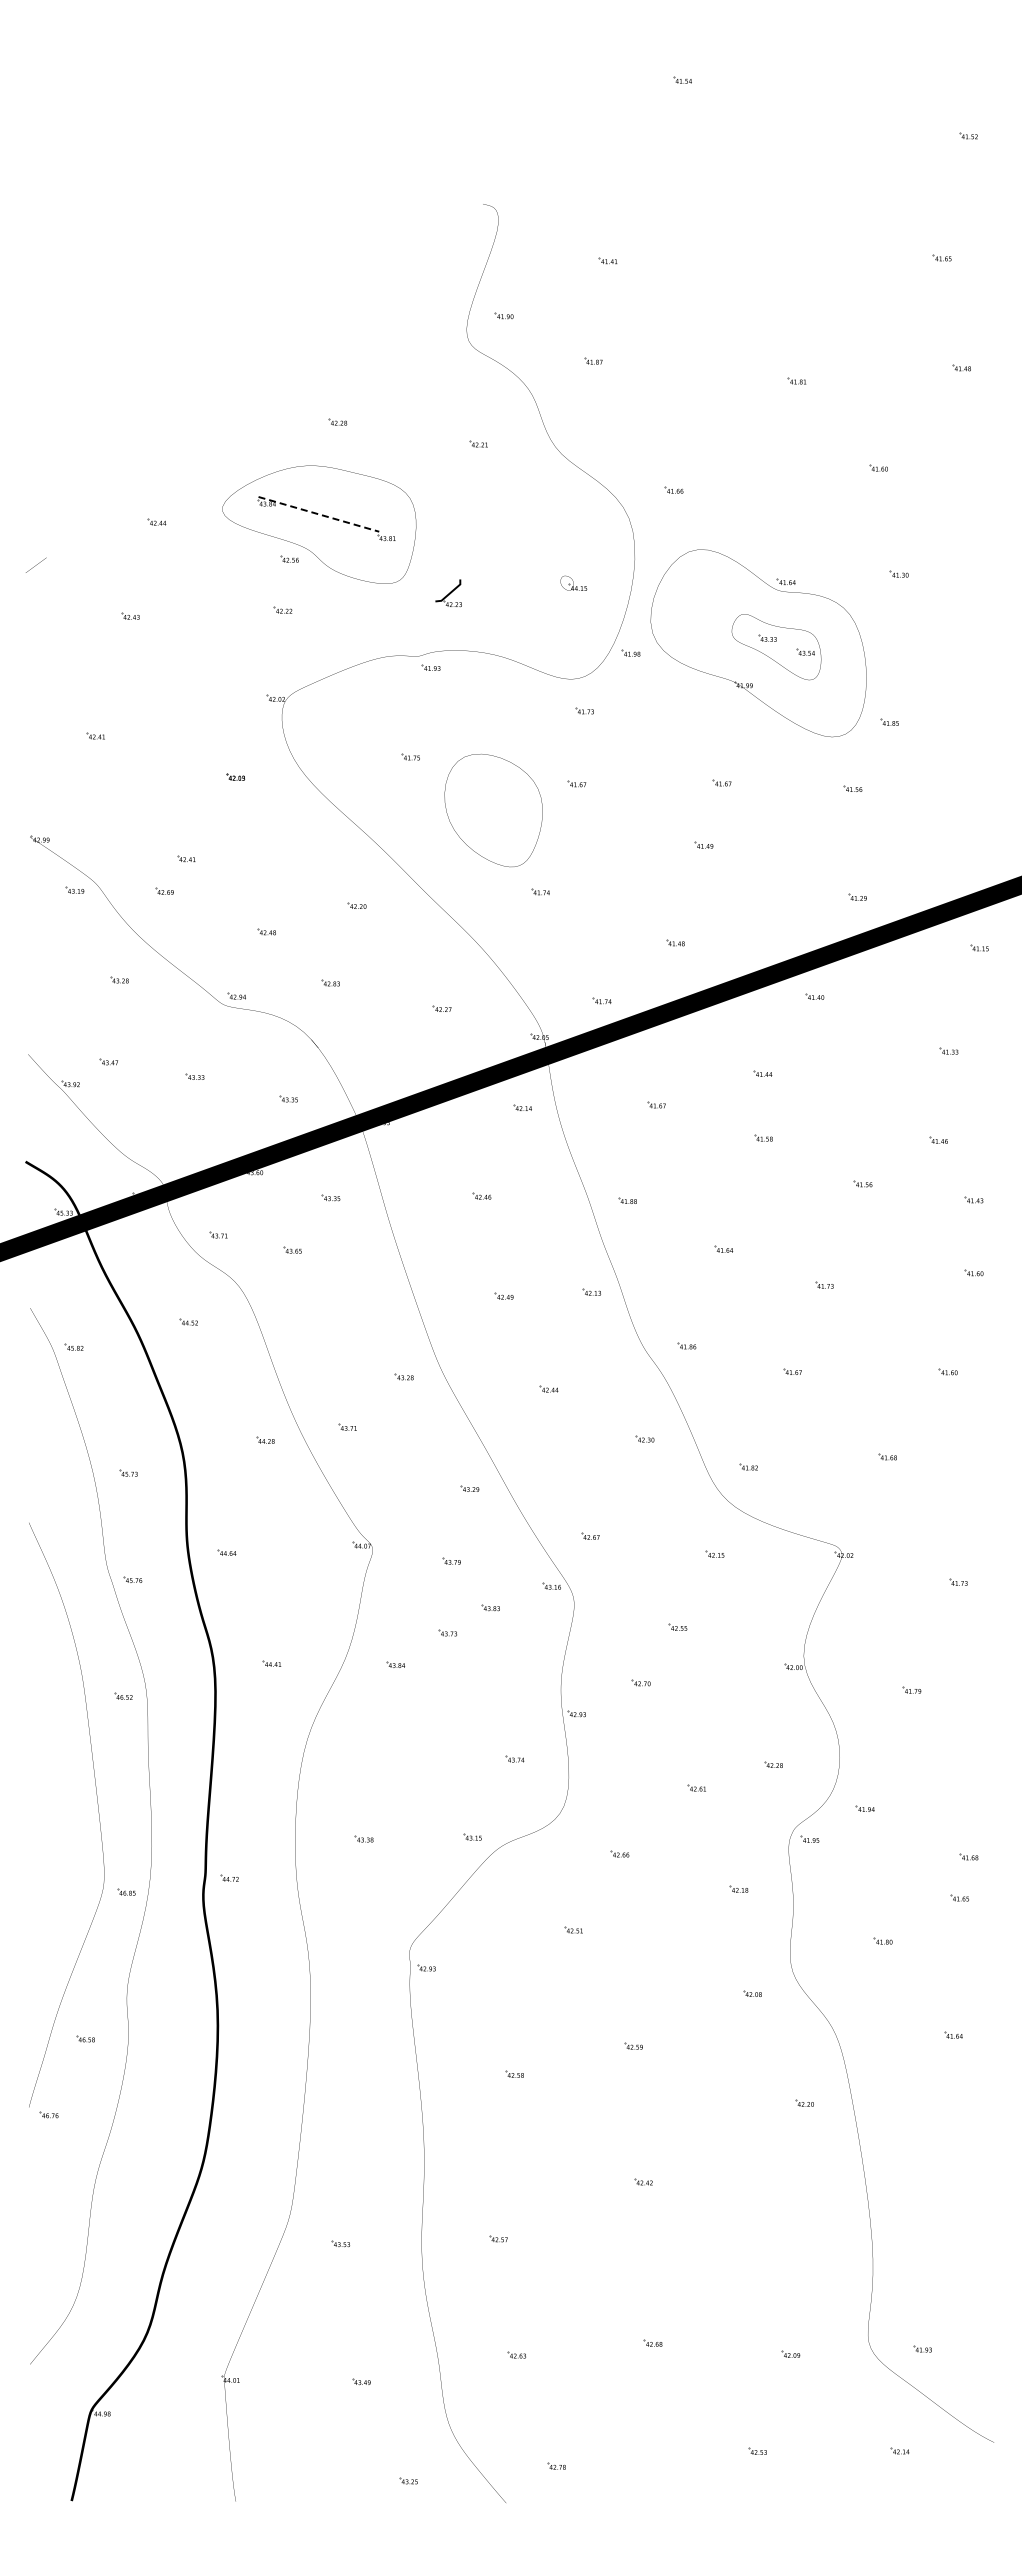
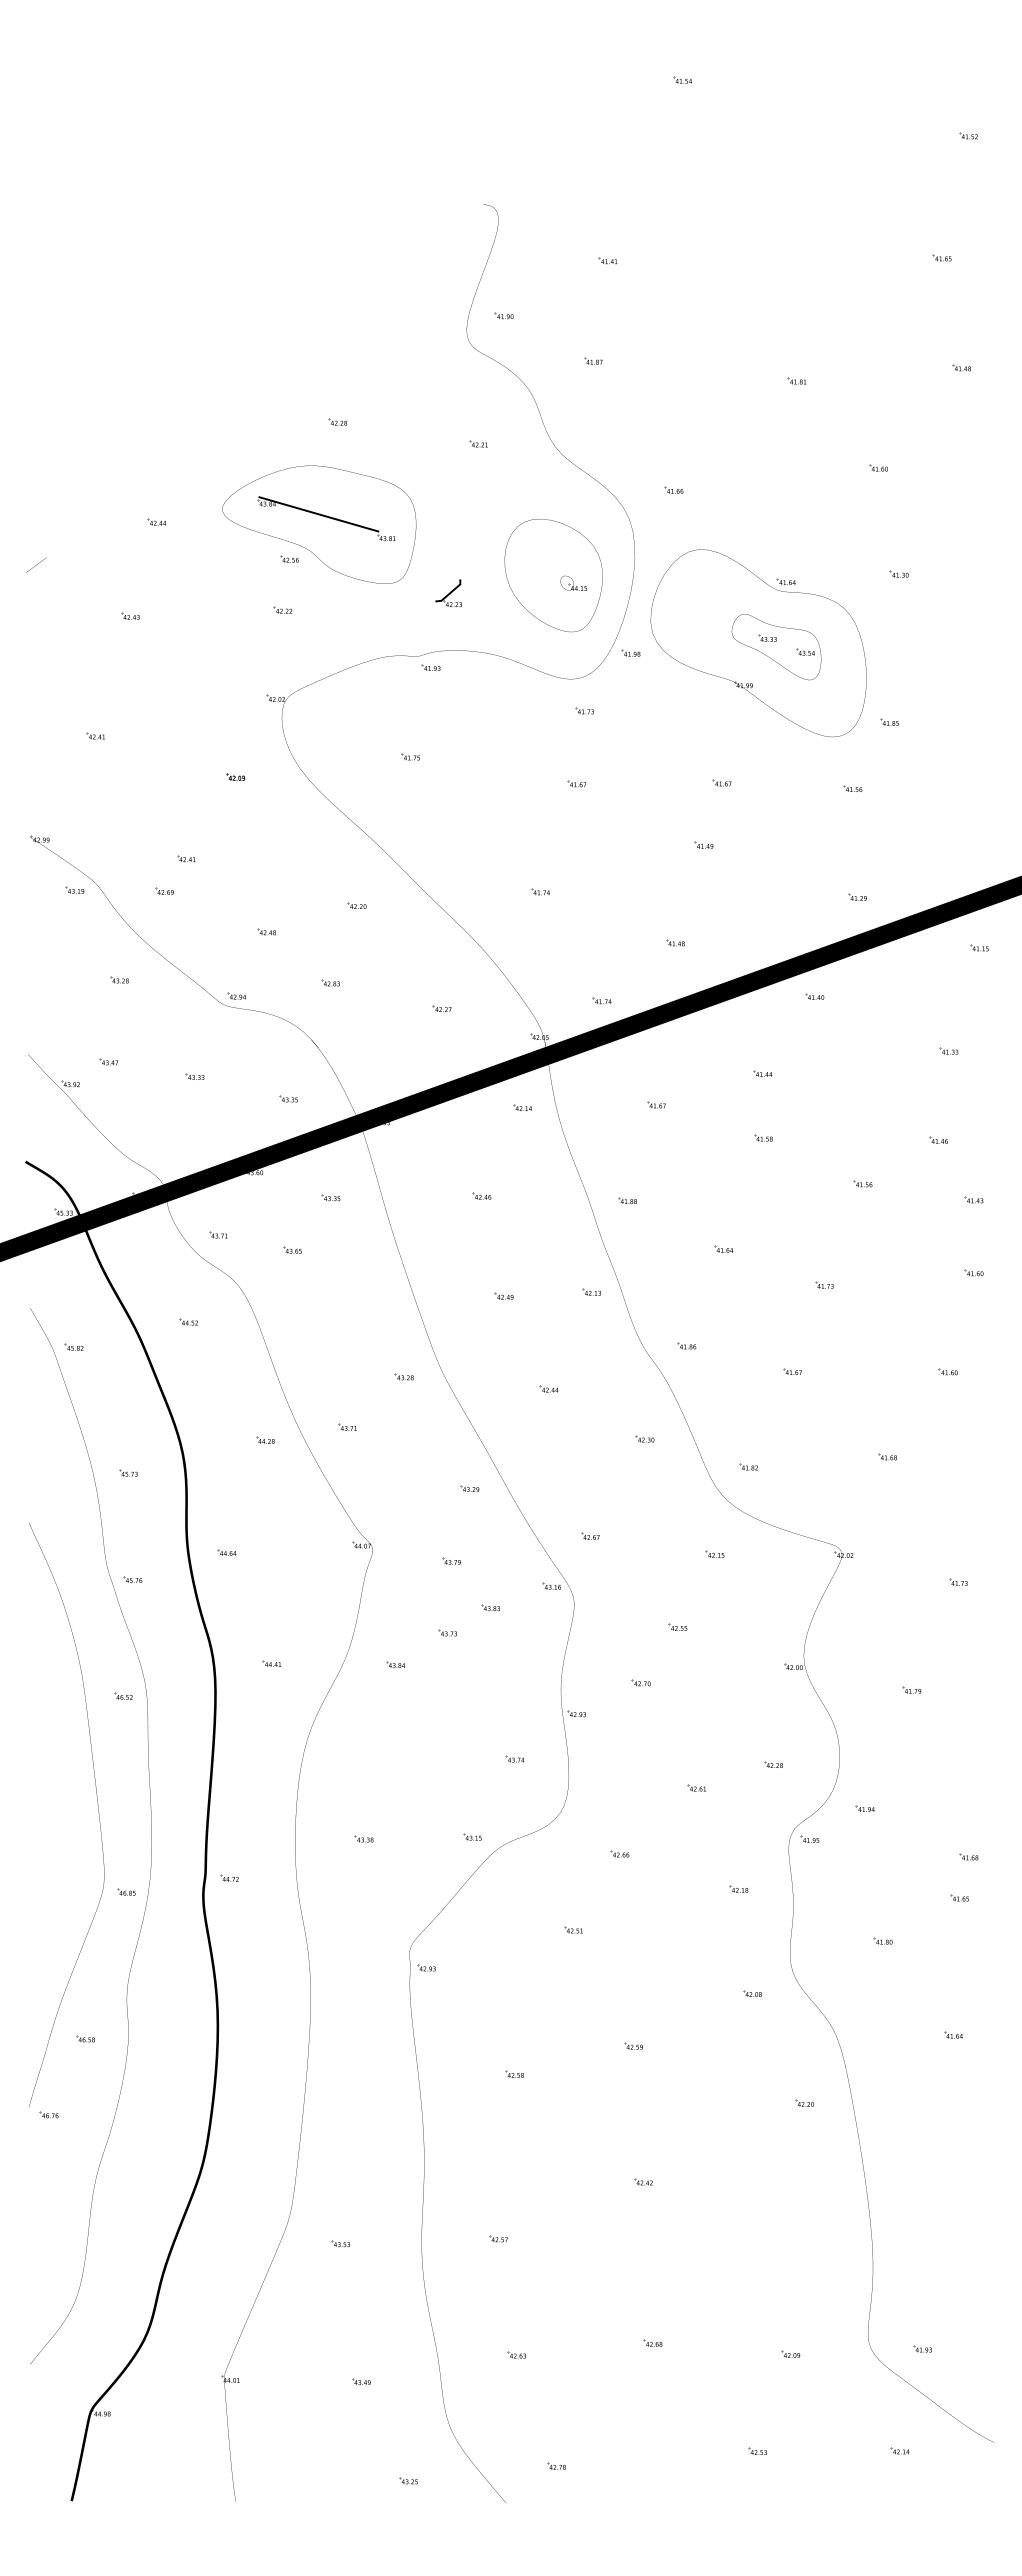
line at (318, 514): dashed -> solid
part at (493, 810) position: (493, 810) -> (553, 575)
